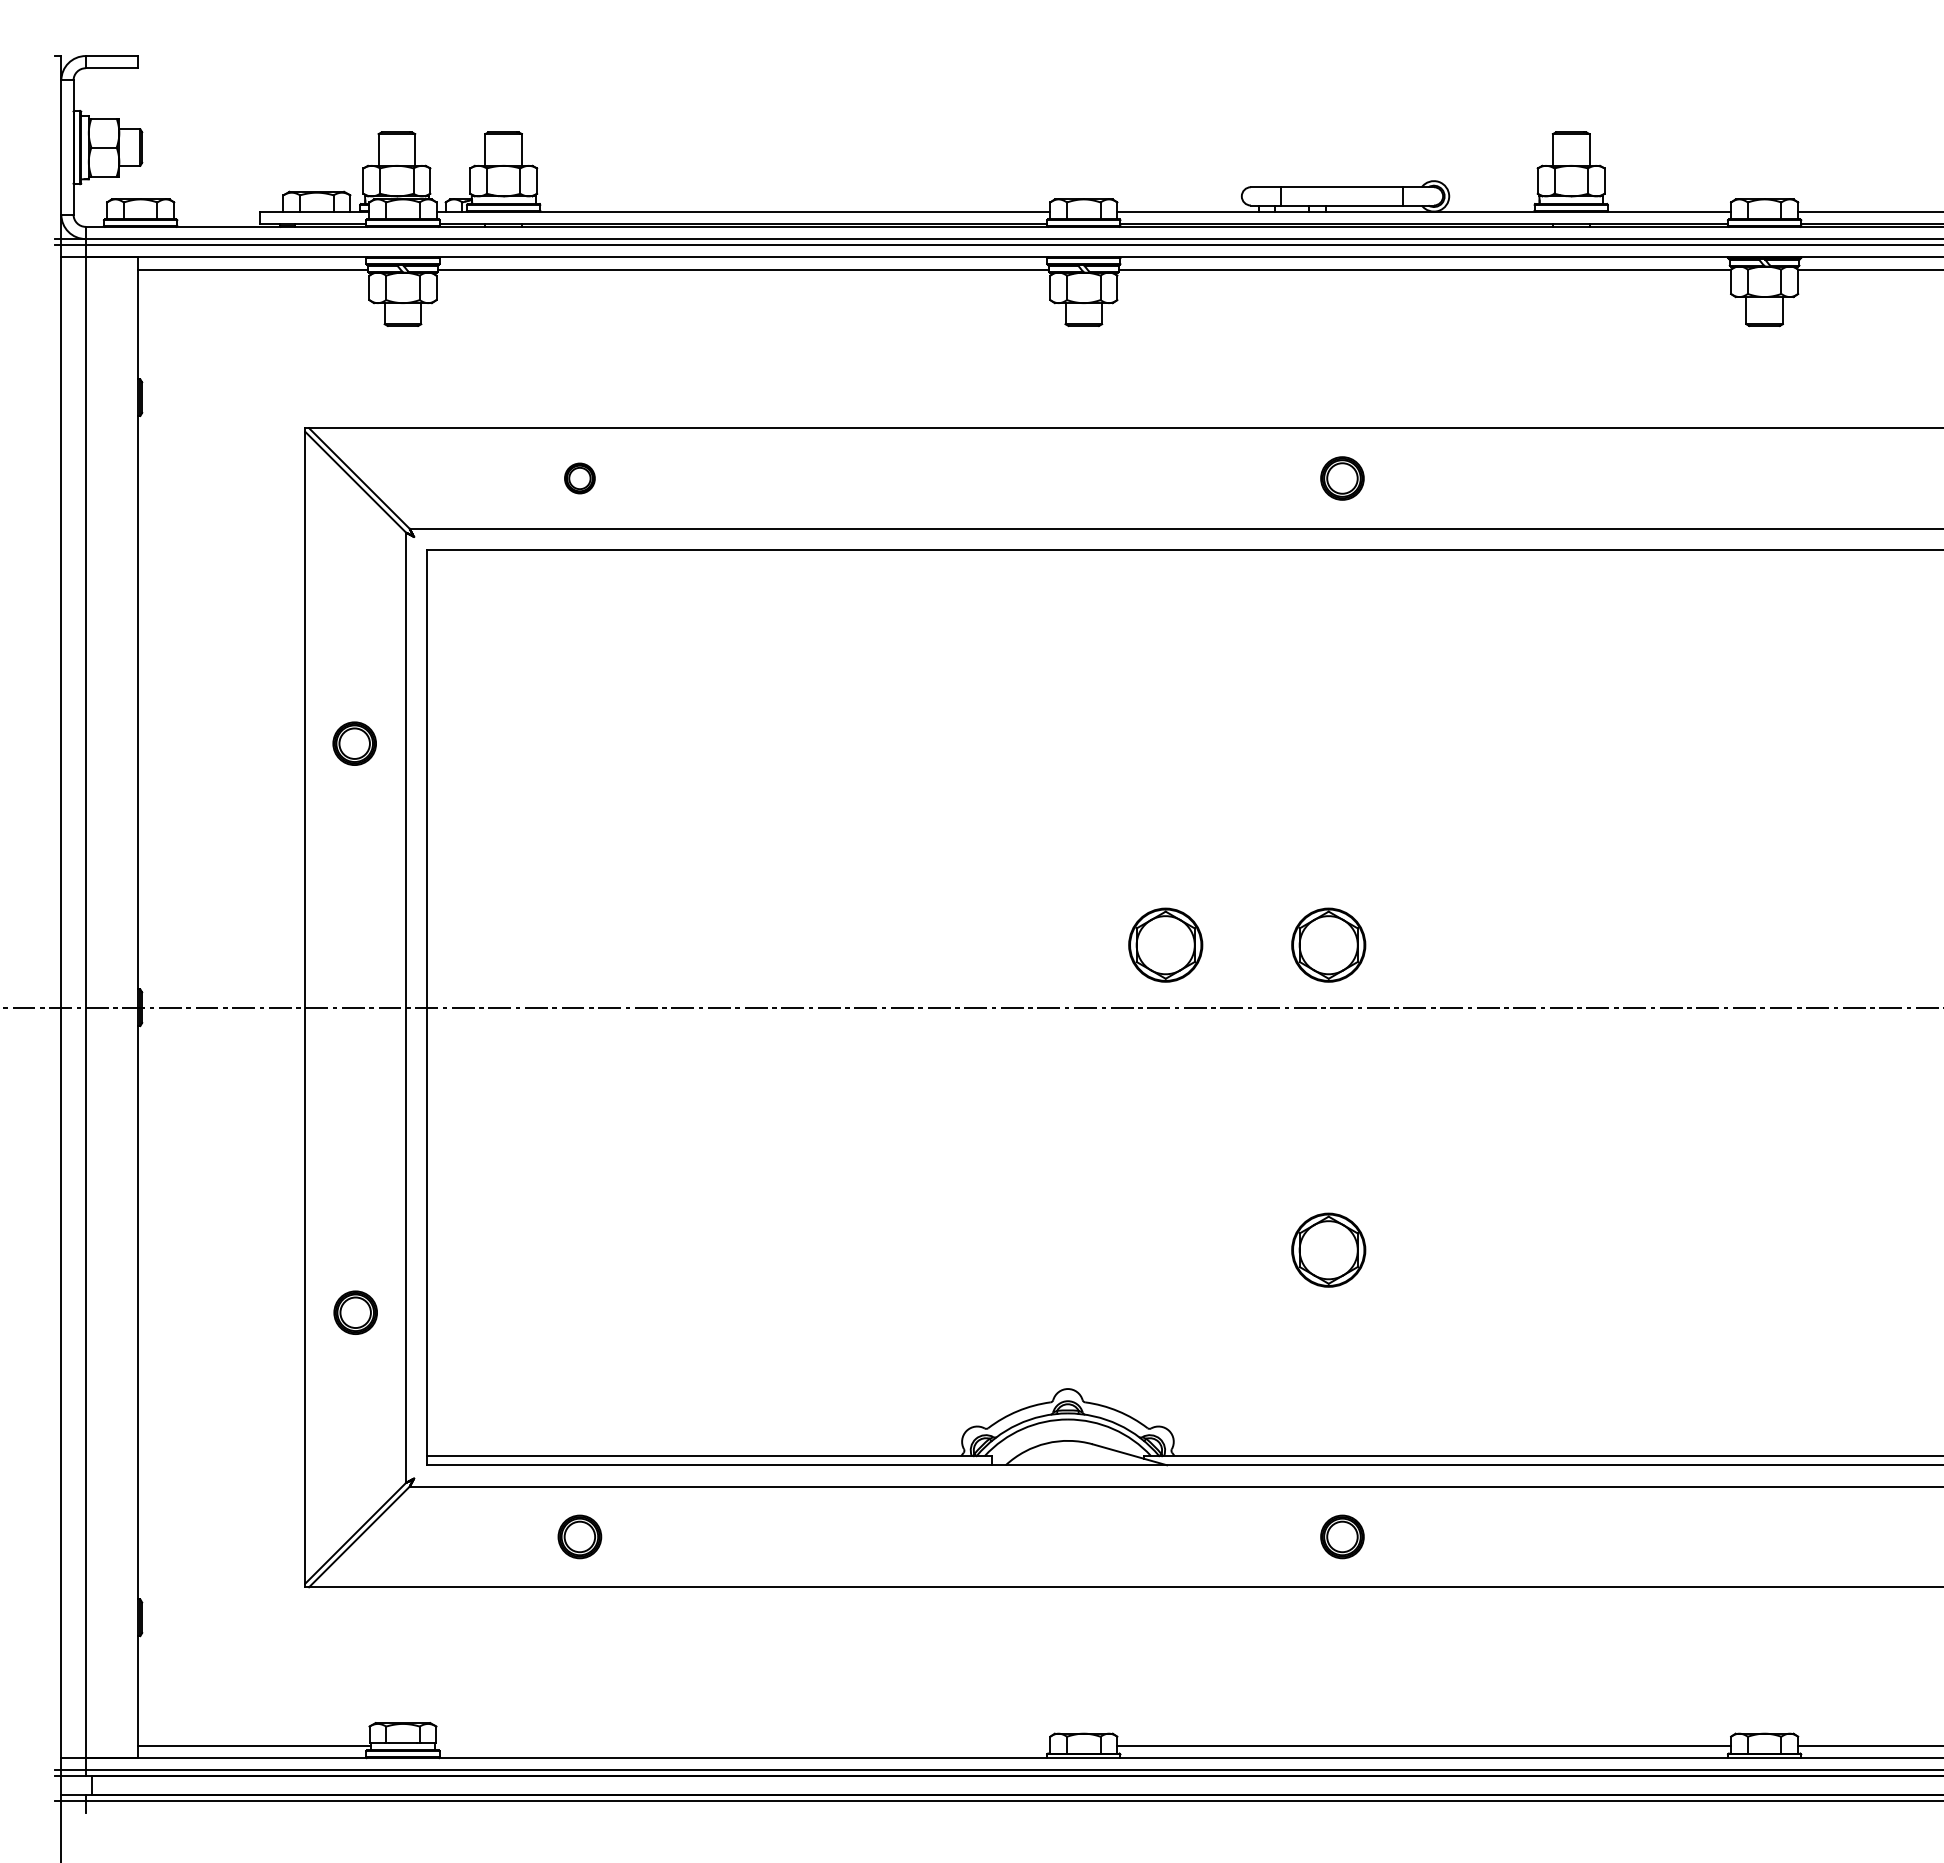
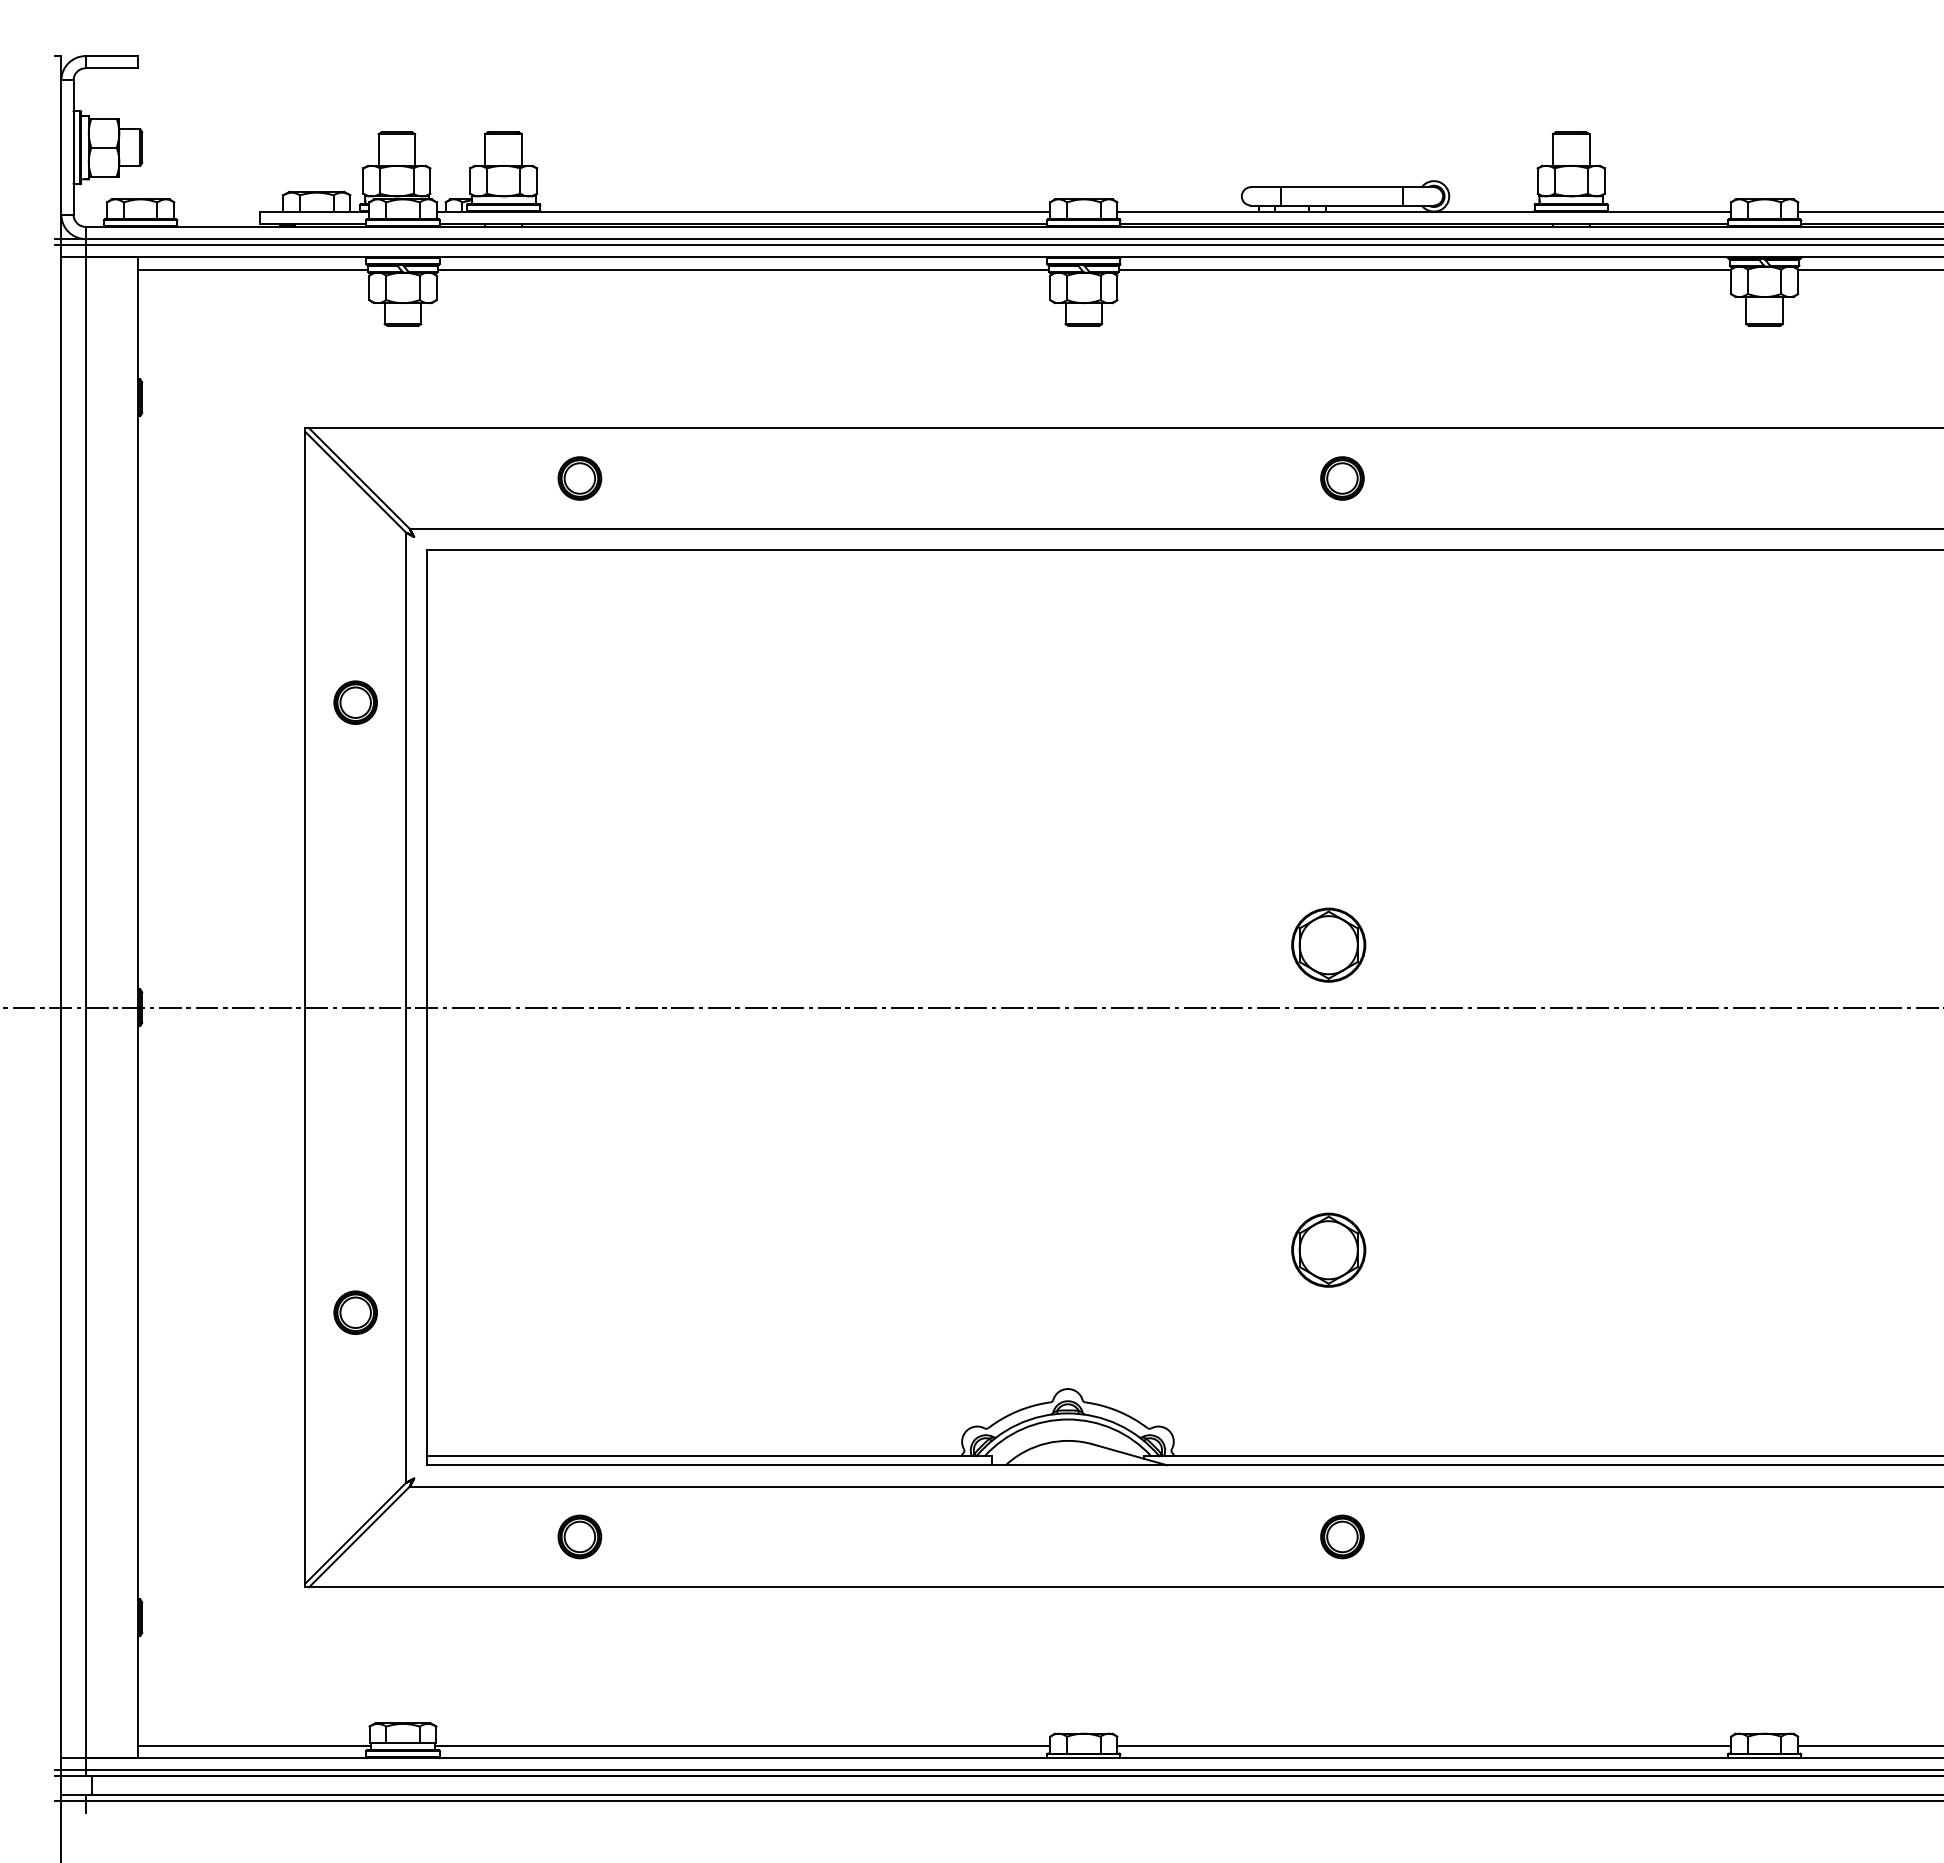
part at (579, 478) size: 32x33 px -> 46x45 px
part at (354, 743) position: (354, 743) -> (355, 702)
part at (1165, 944): present -> none
line at (742, 1745): none -> present
